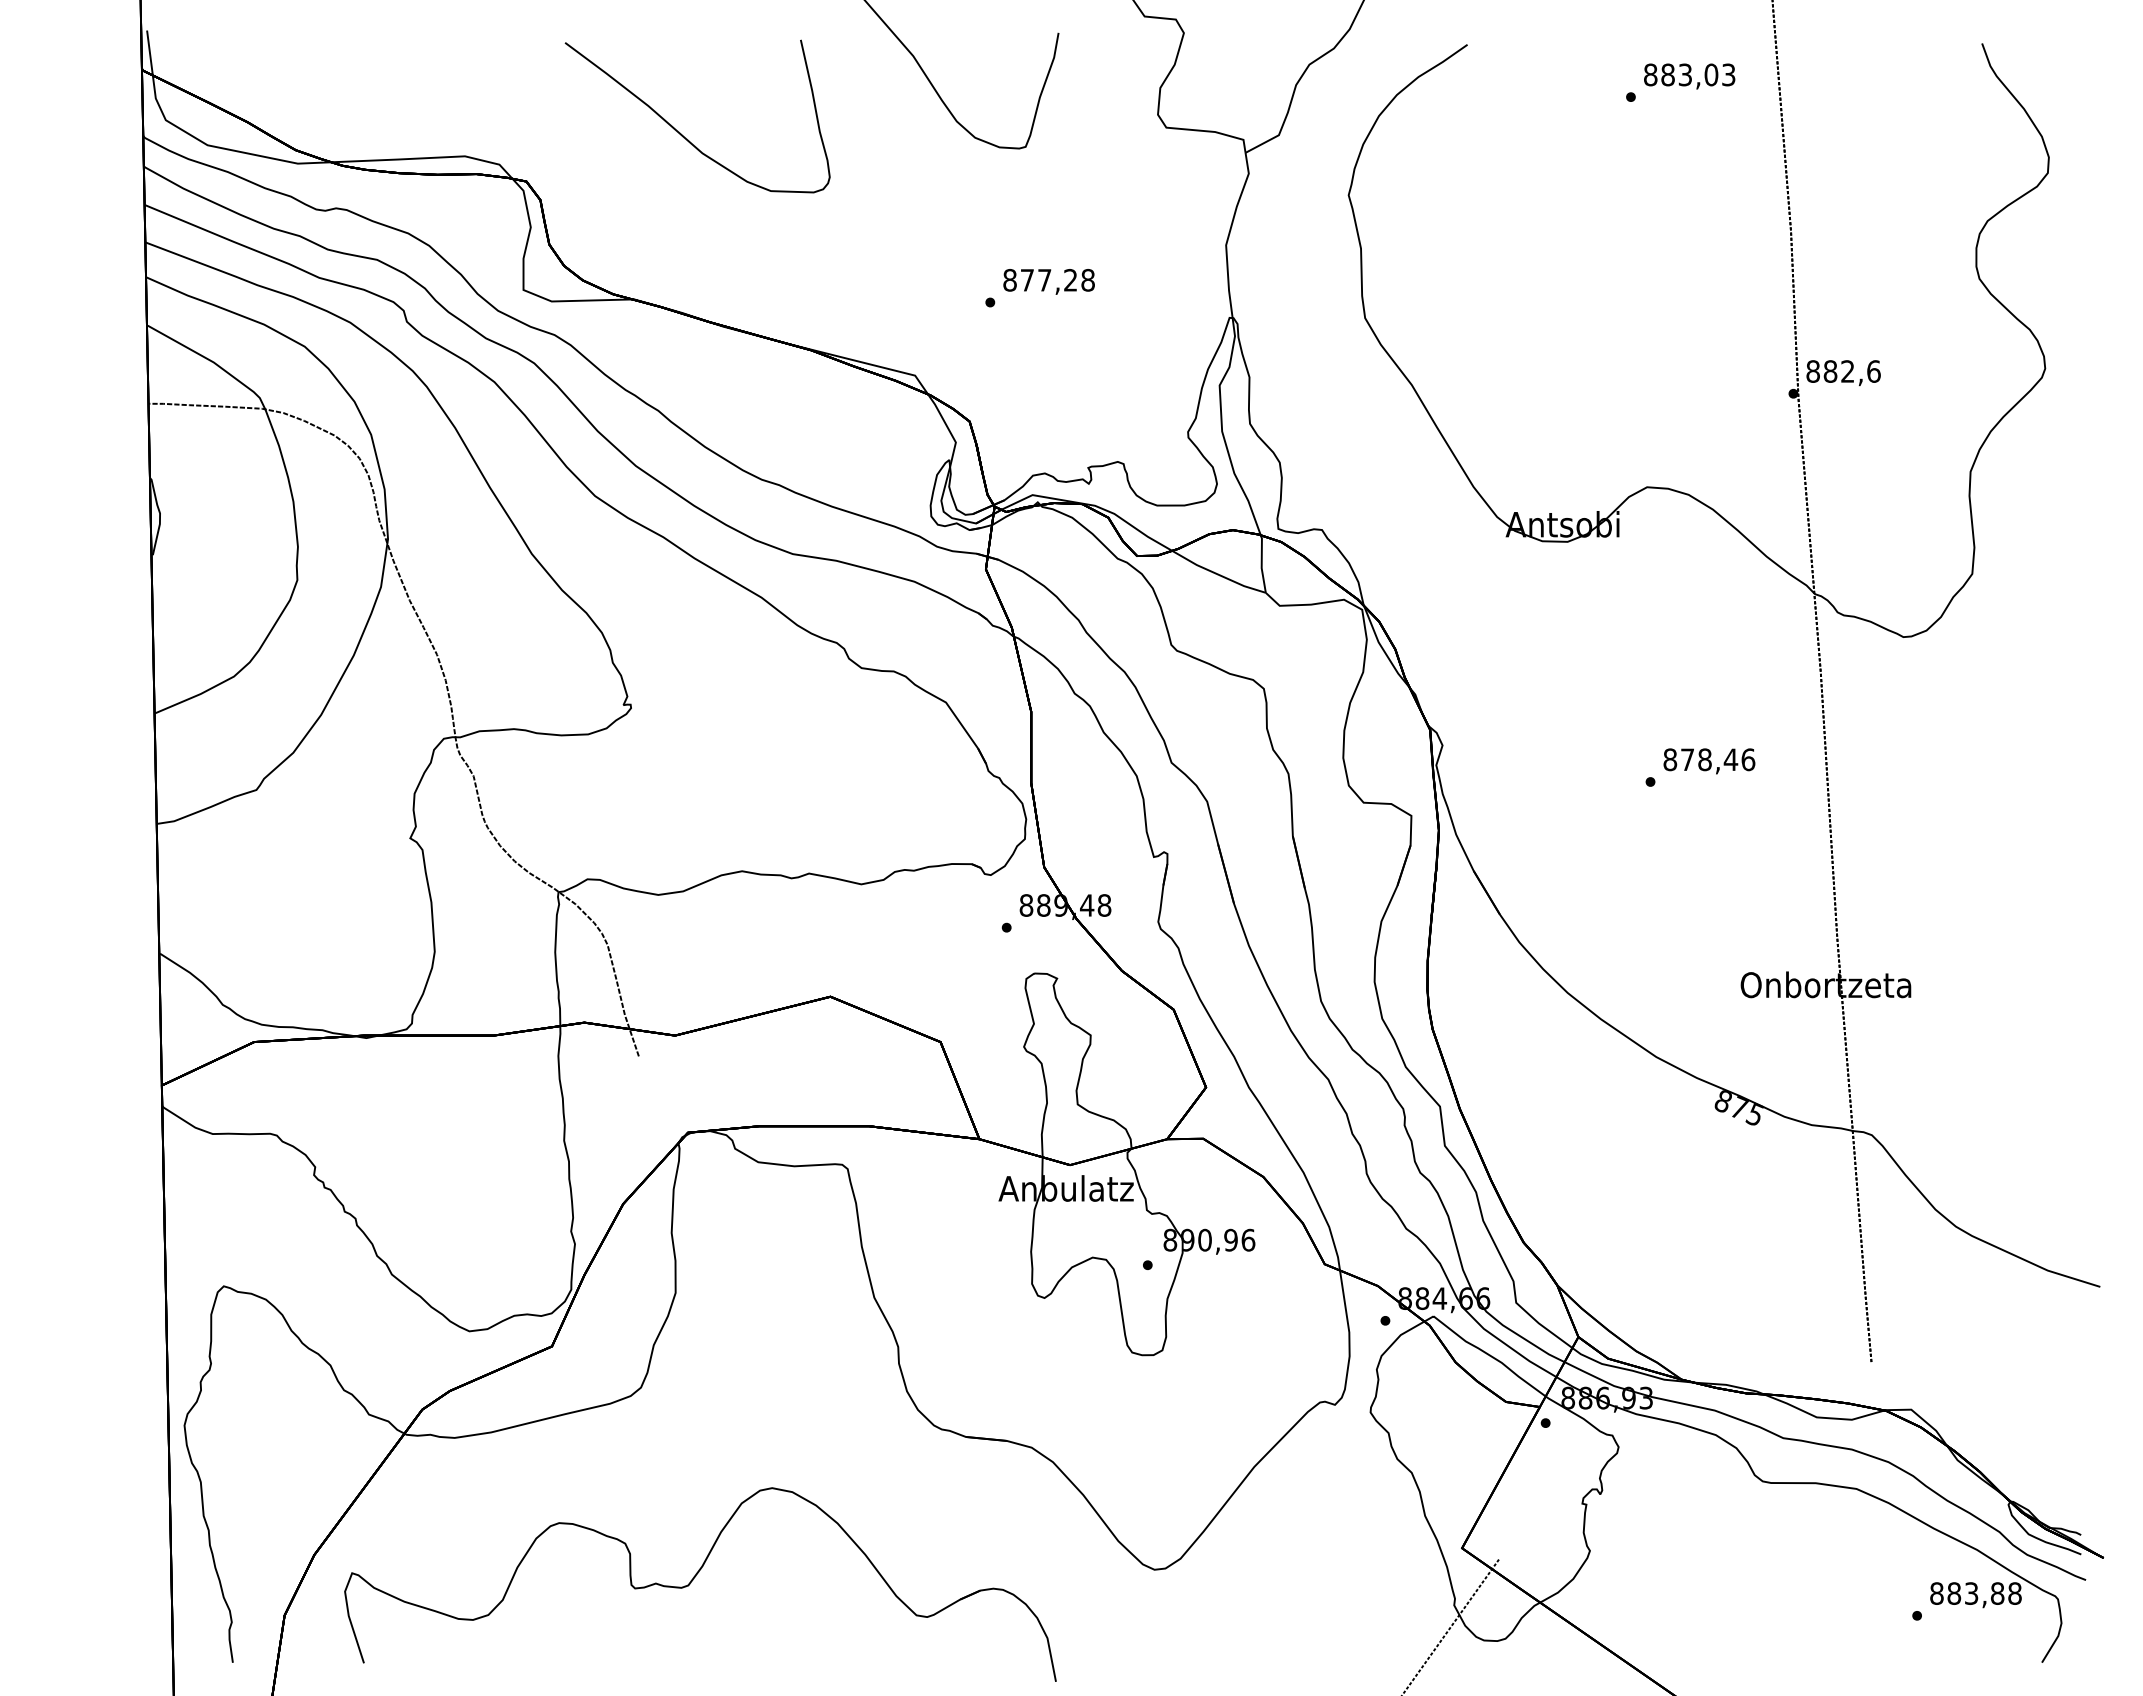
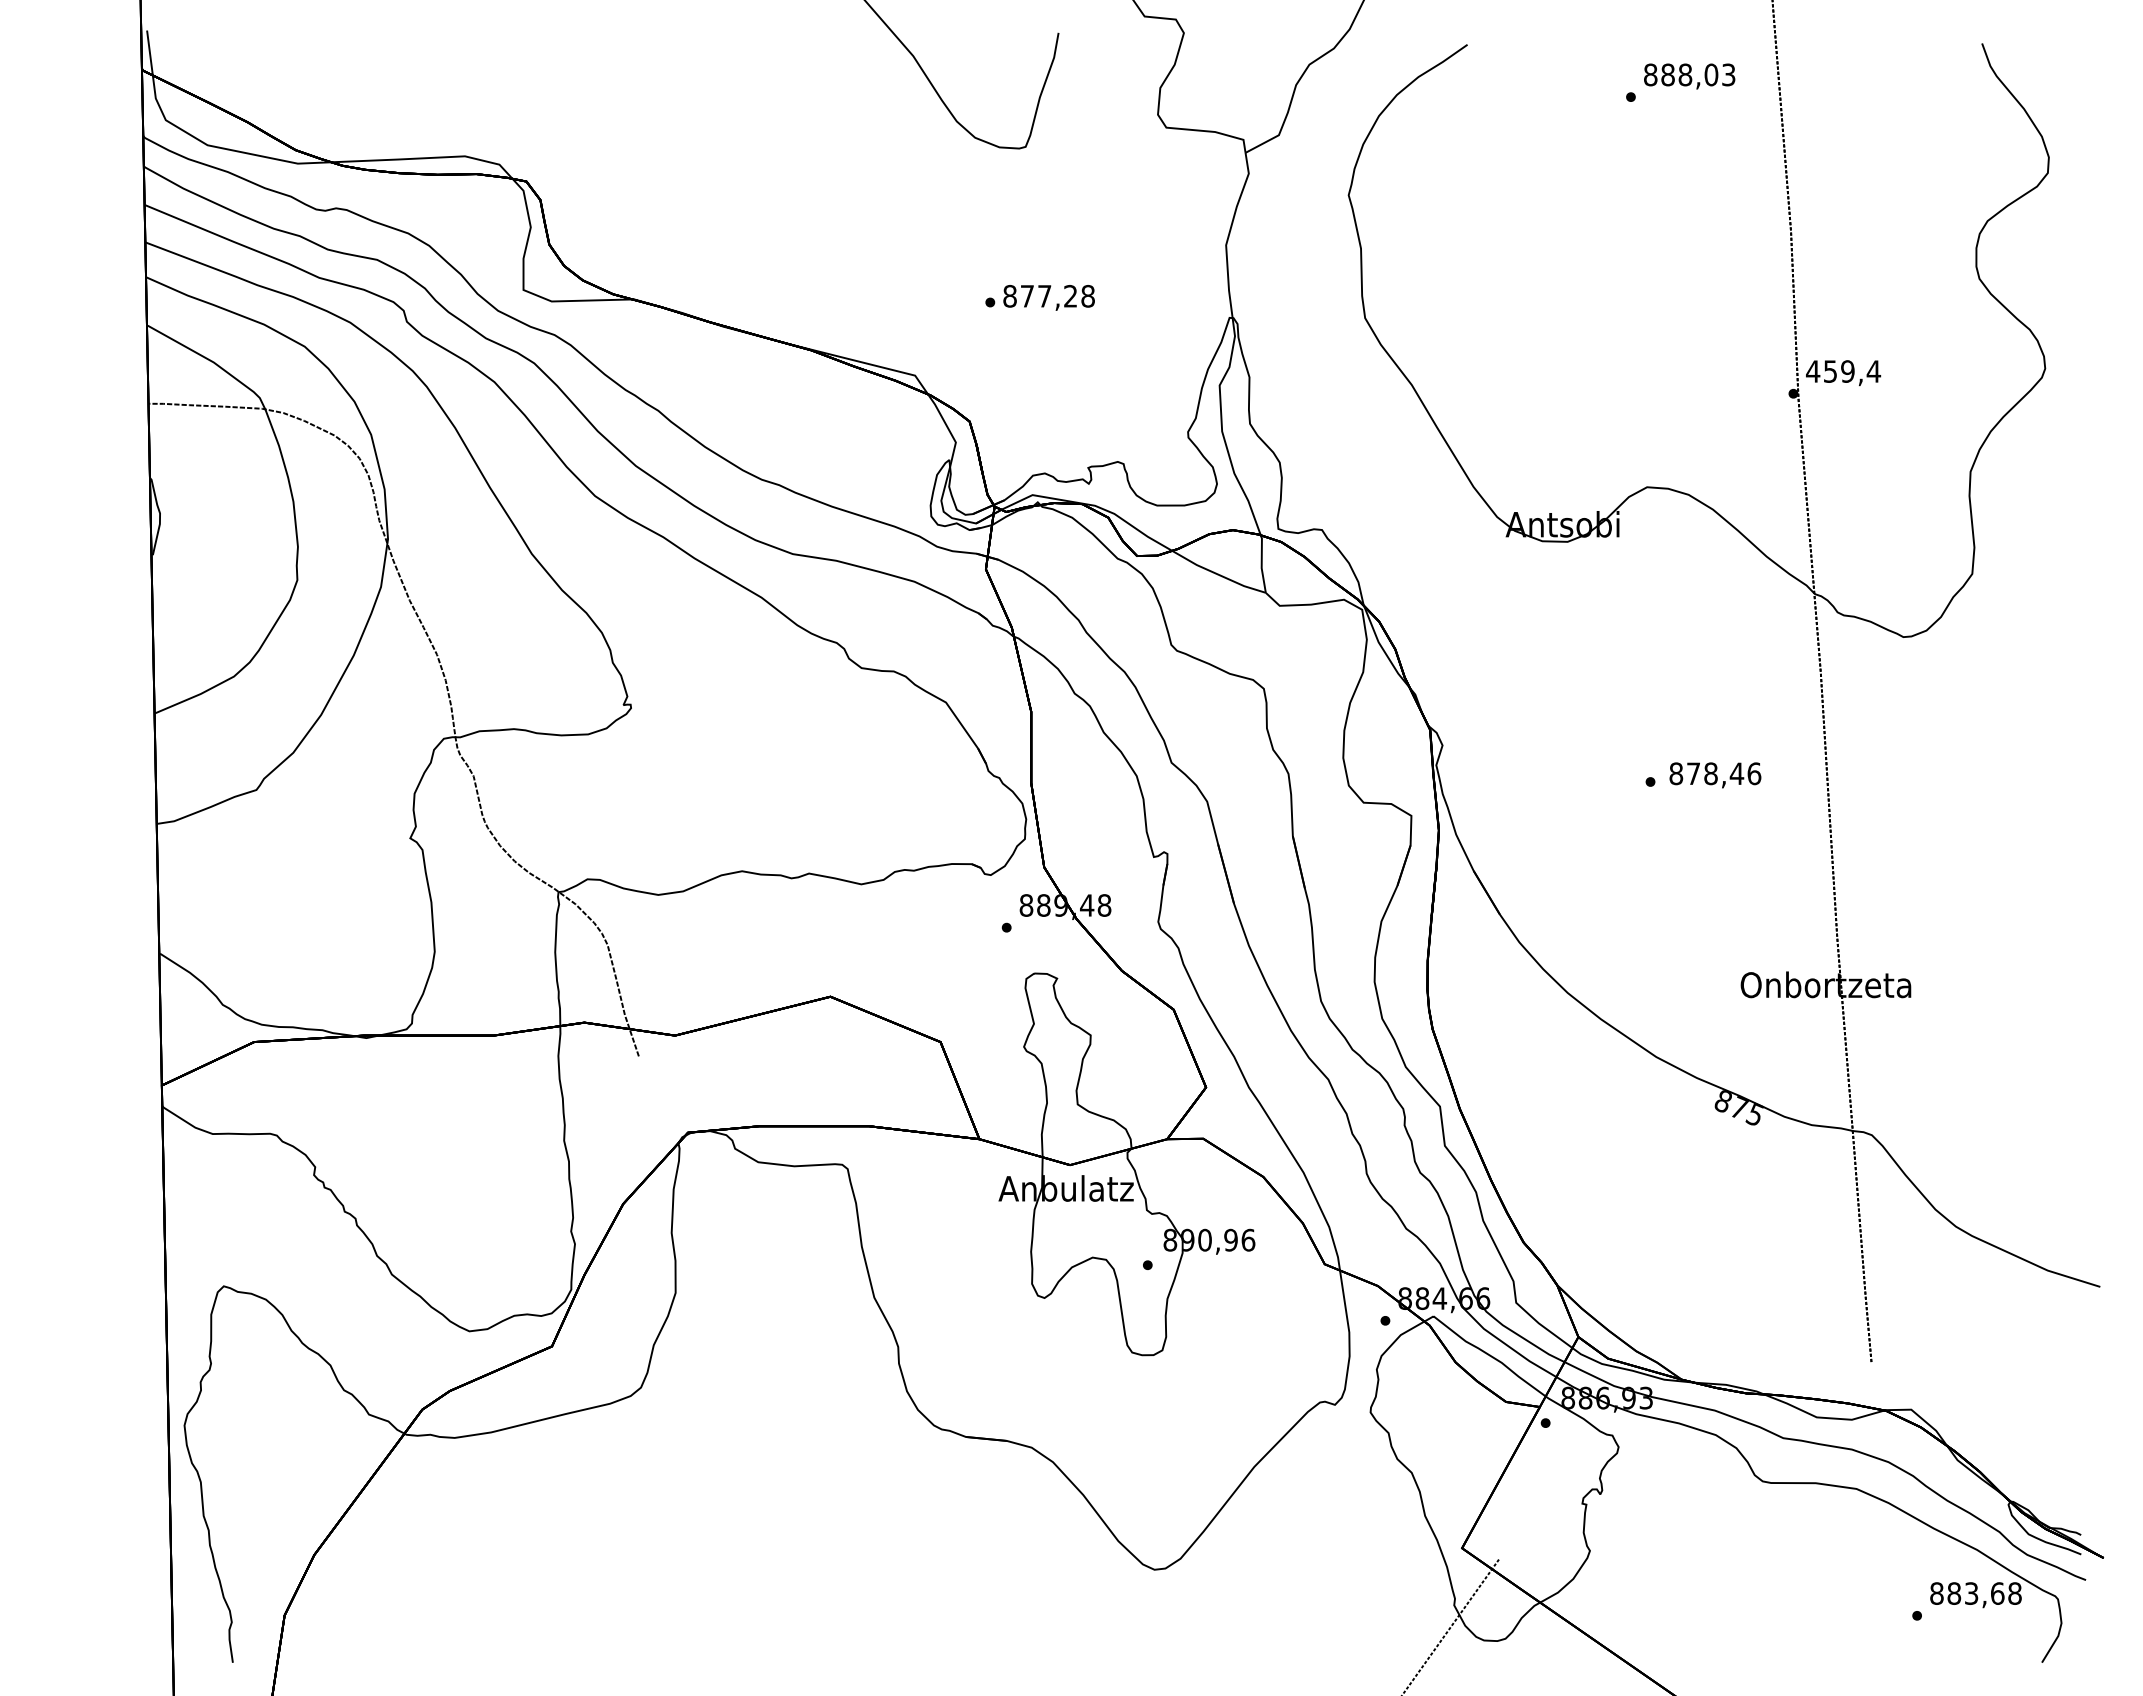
text at (1685, 74): 883,03 -> 888,03
curve at (680, 132): present -> none
text at (1048, 281) position: (1048, 281) -> (1048, 297)
text at (1843, 371): 882,6 -> 459,4
text at (1709, 761) position: (1709, 761) -> (1715, 775)
part at (693, 1580): present -> none
text at (1997, 1593): 883,88 -> 883,68
